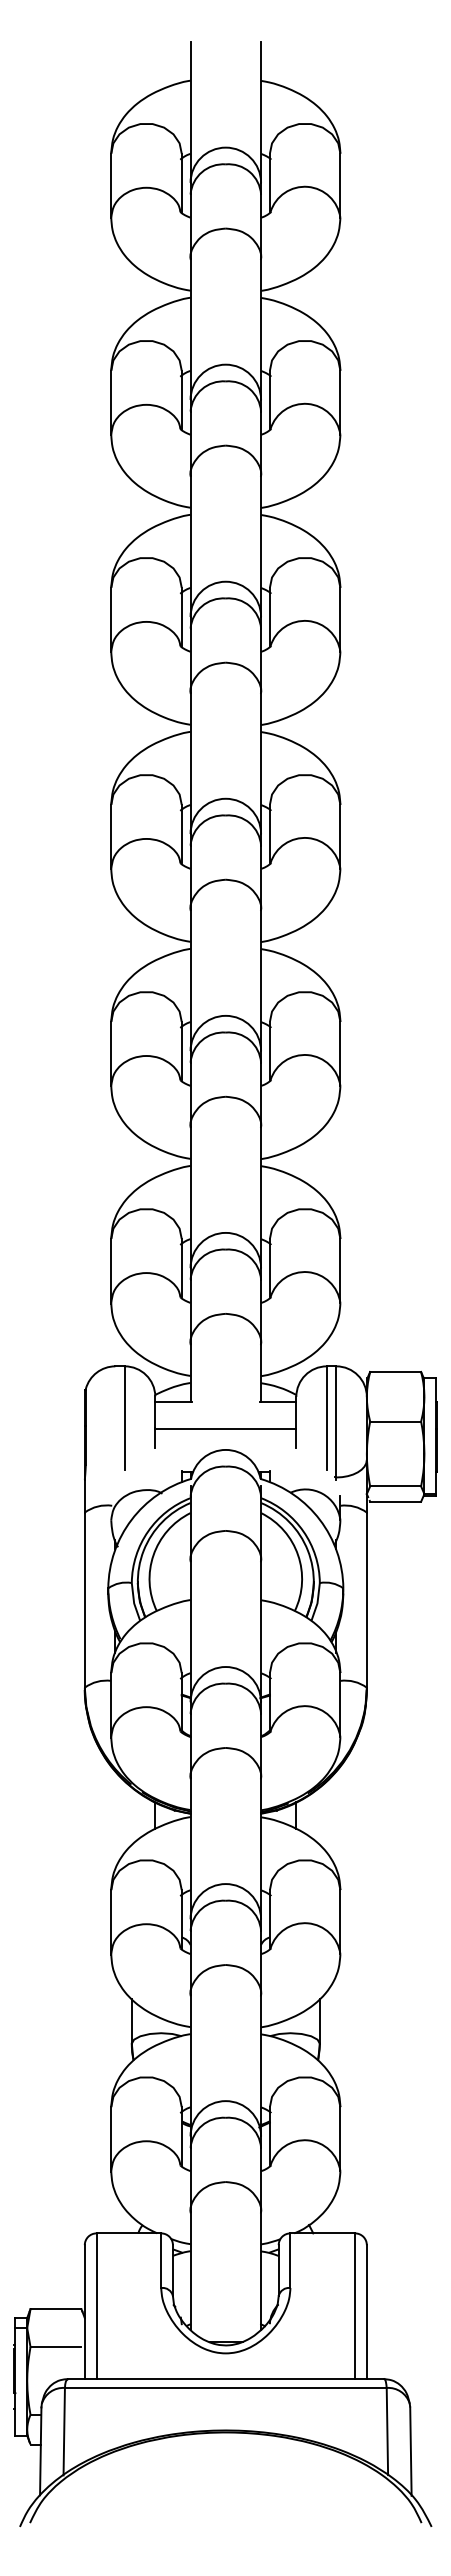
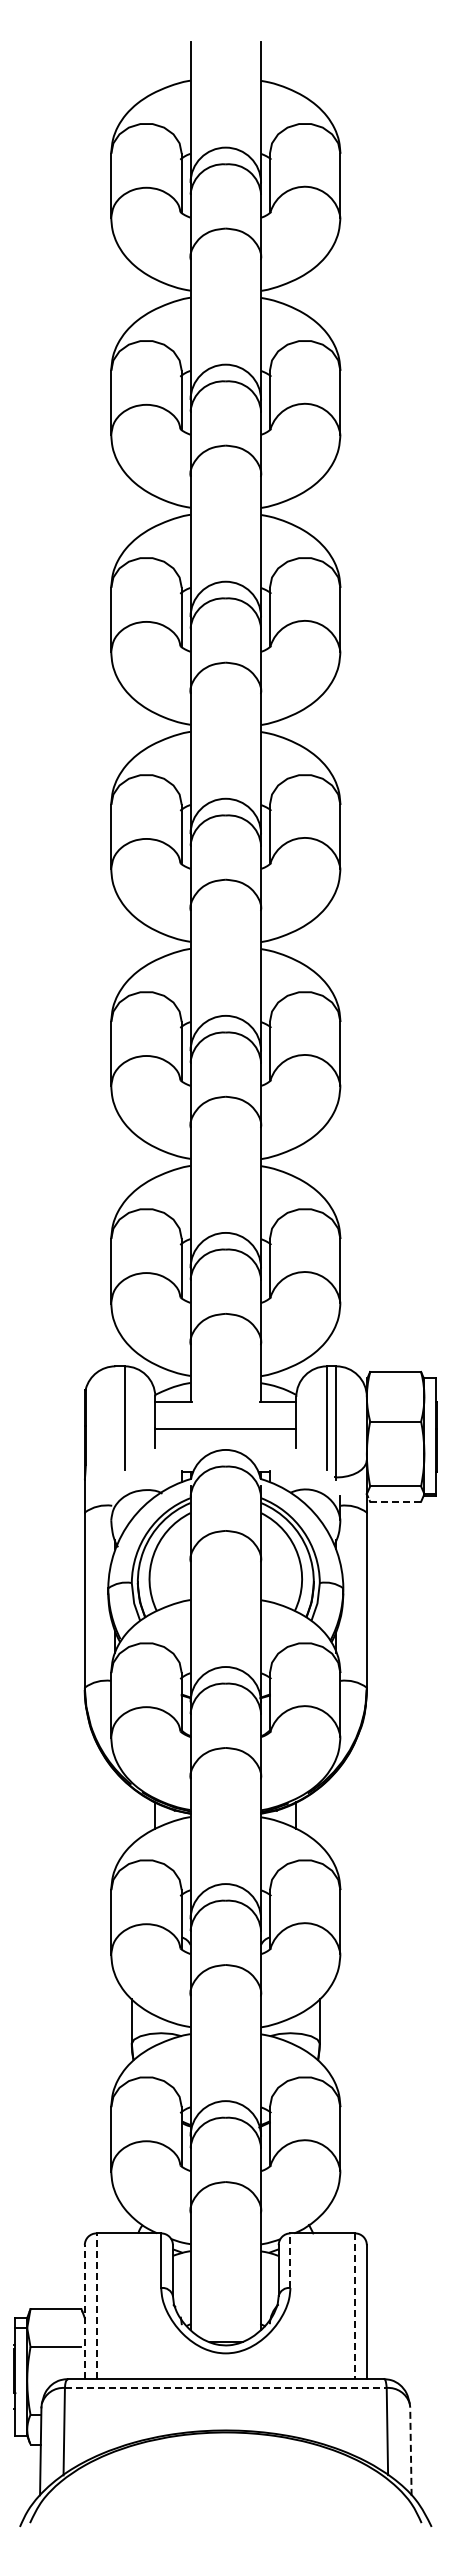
line at (396, 1501): solid -> dashed
line at (290, 2260): solid -> dashed
line at (96, 2306): solid -> dashed
line at (355, 2306): solid -> dashed
line at (84, 2312): solid -> dashed
line at (225, 2387): solid -> dashed
line at (410, 2451): solid -> dashed
